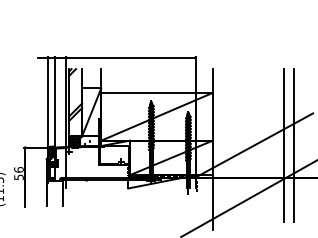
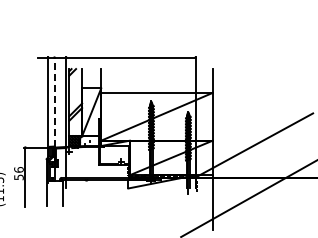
line at (54, 101): solid -> dashed
line at (283, 145): present -> none
line at (294, 145): present -> none
